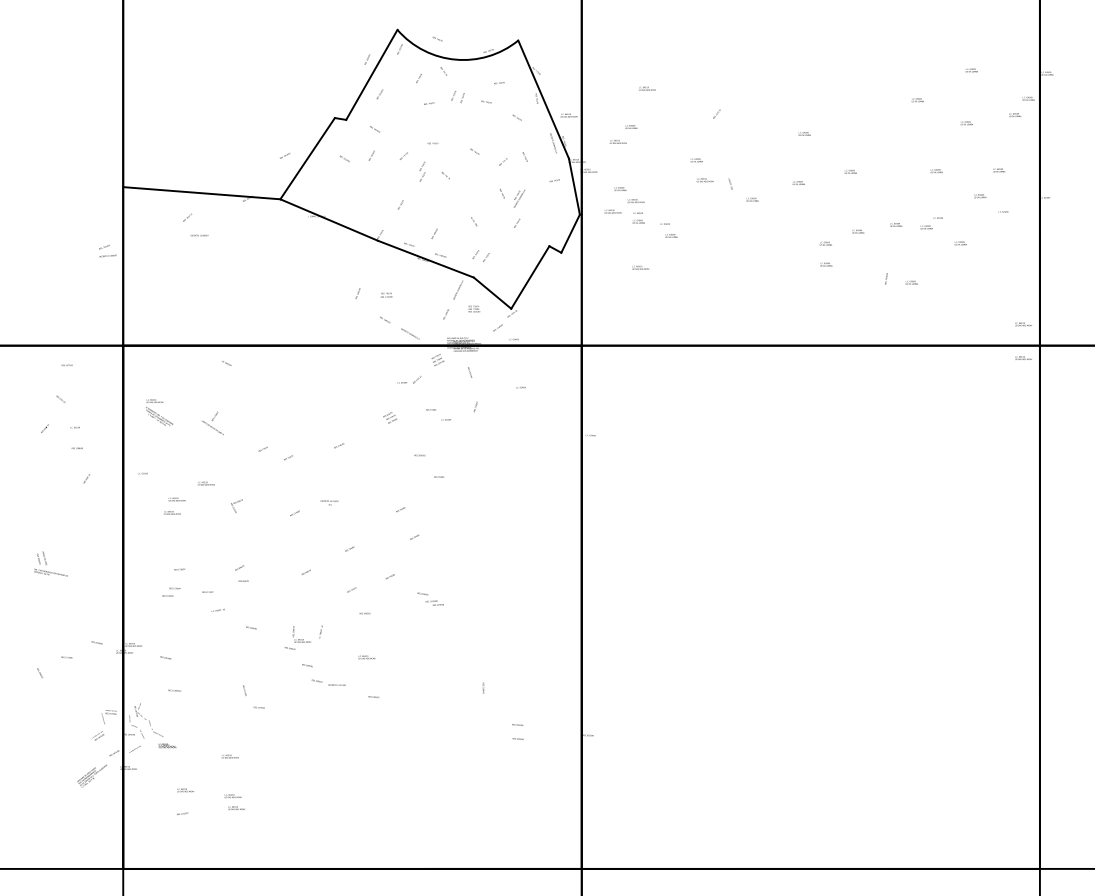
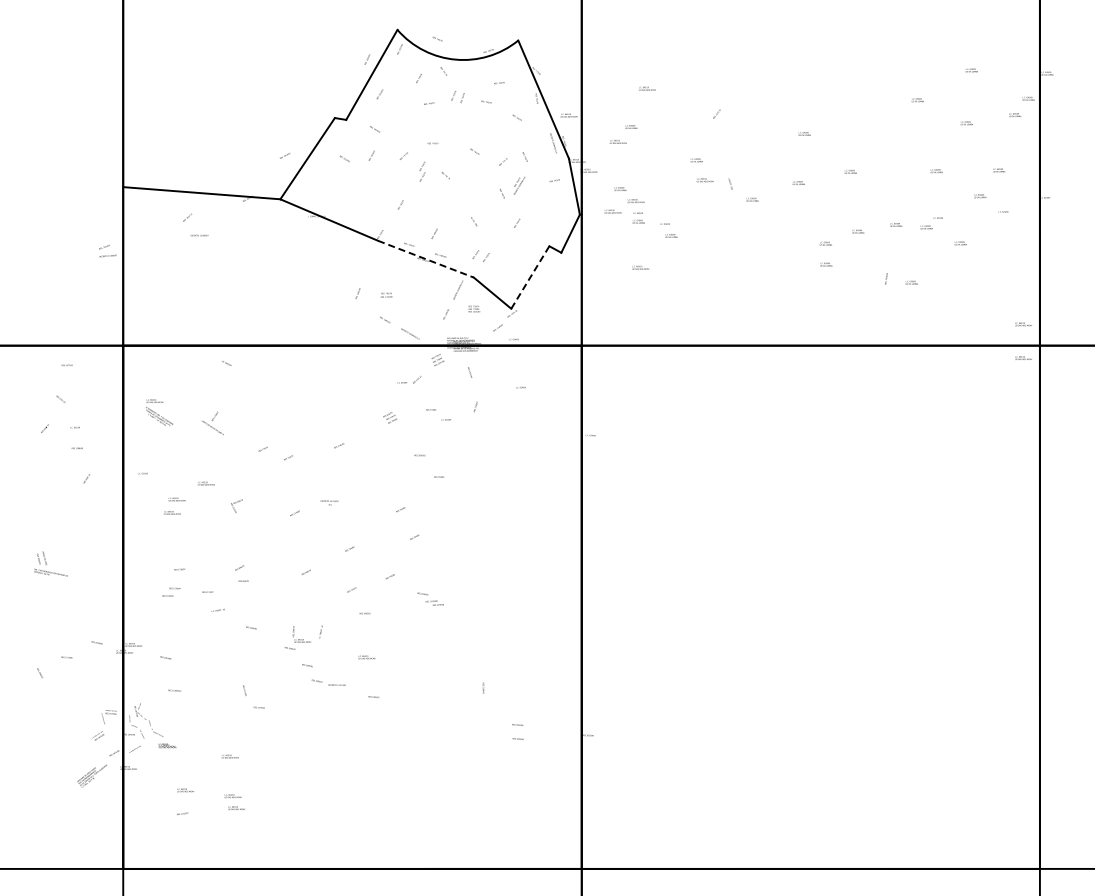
text at (519, 198) position: (519, 198) -> (519, 185)
line at (426, 259): solid -> dashed
line at (530, 277): solid -> dashed
